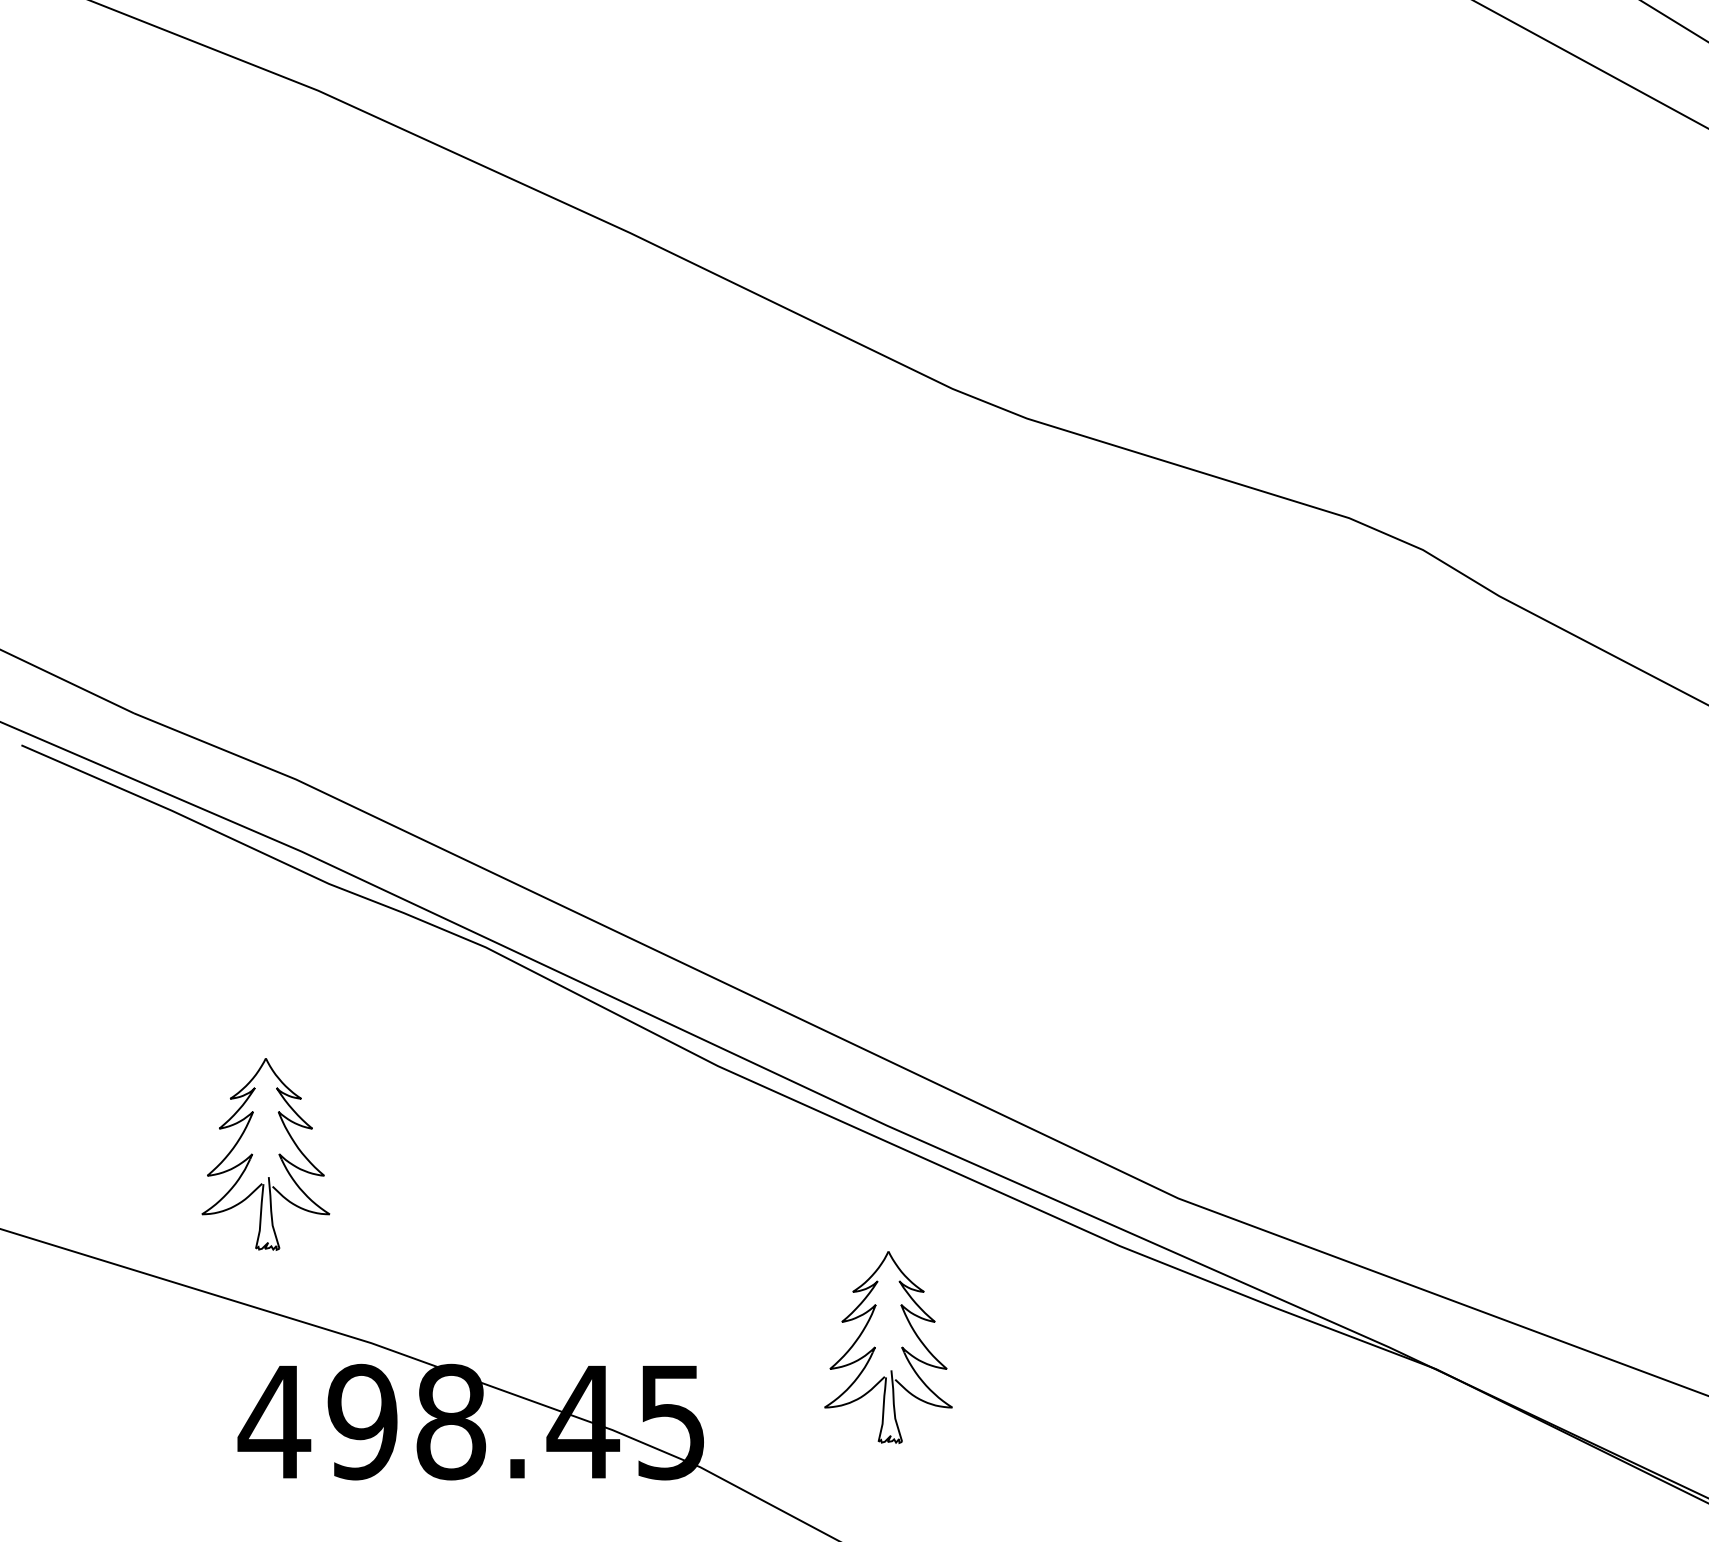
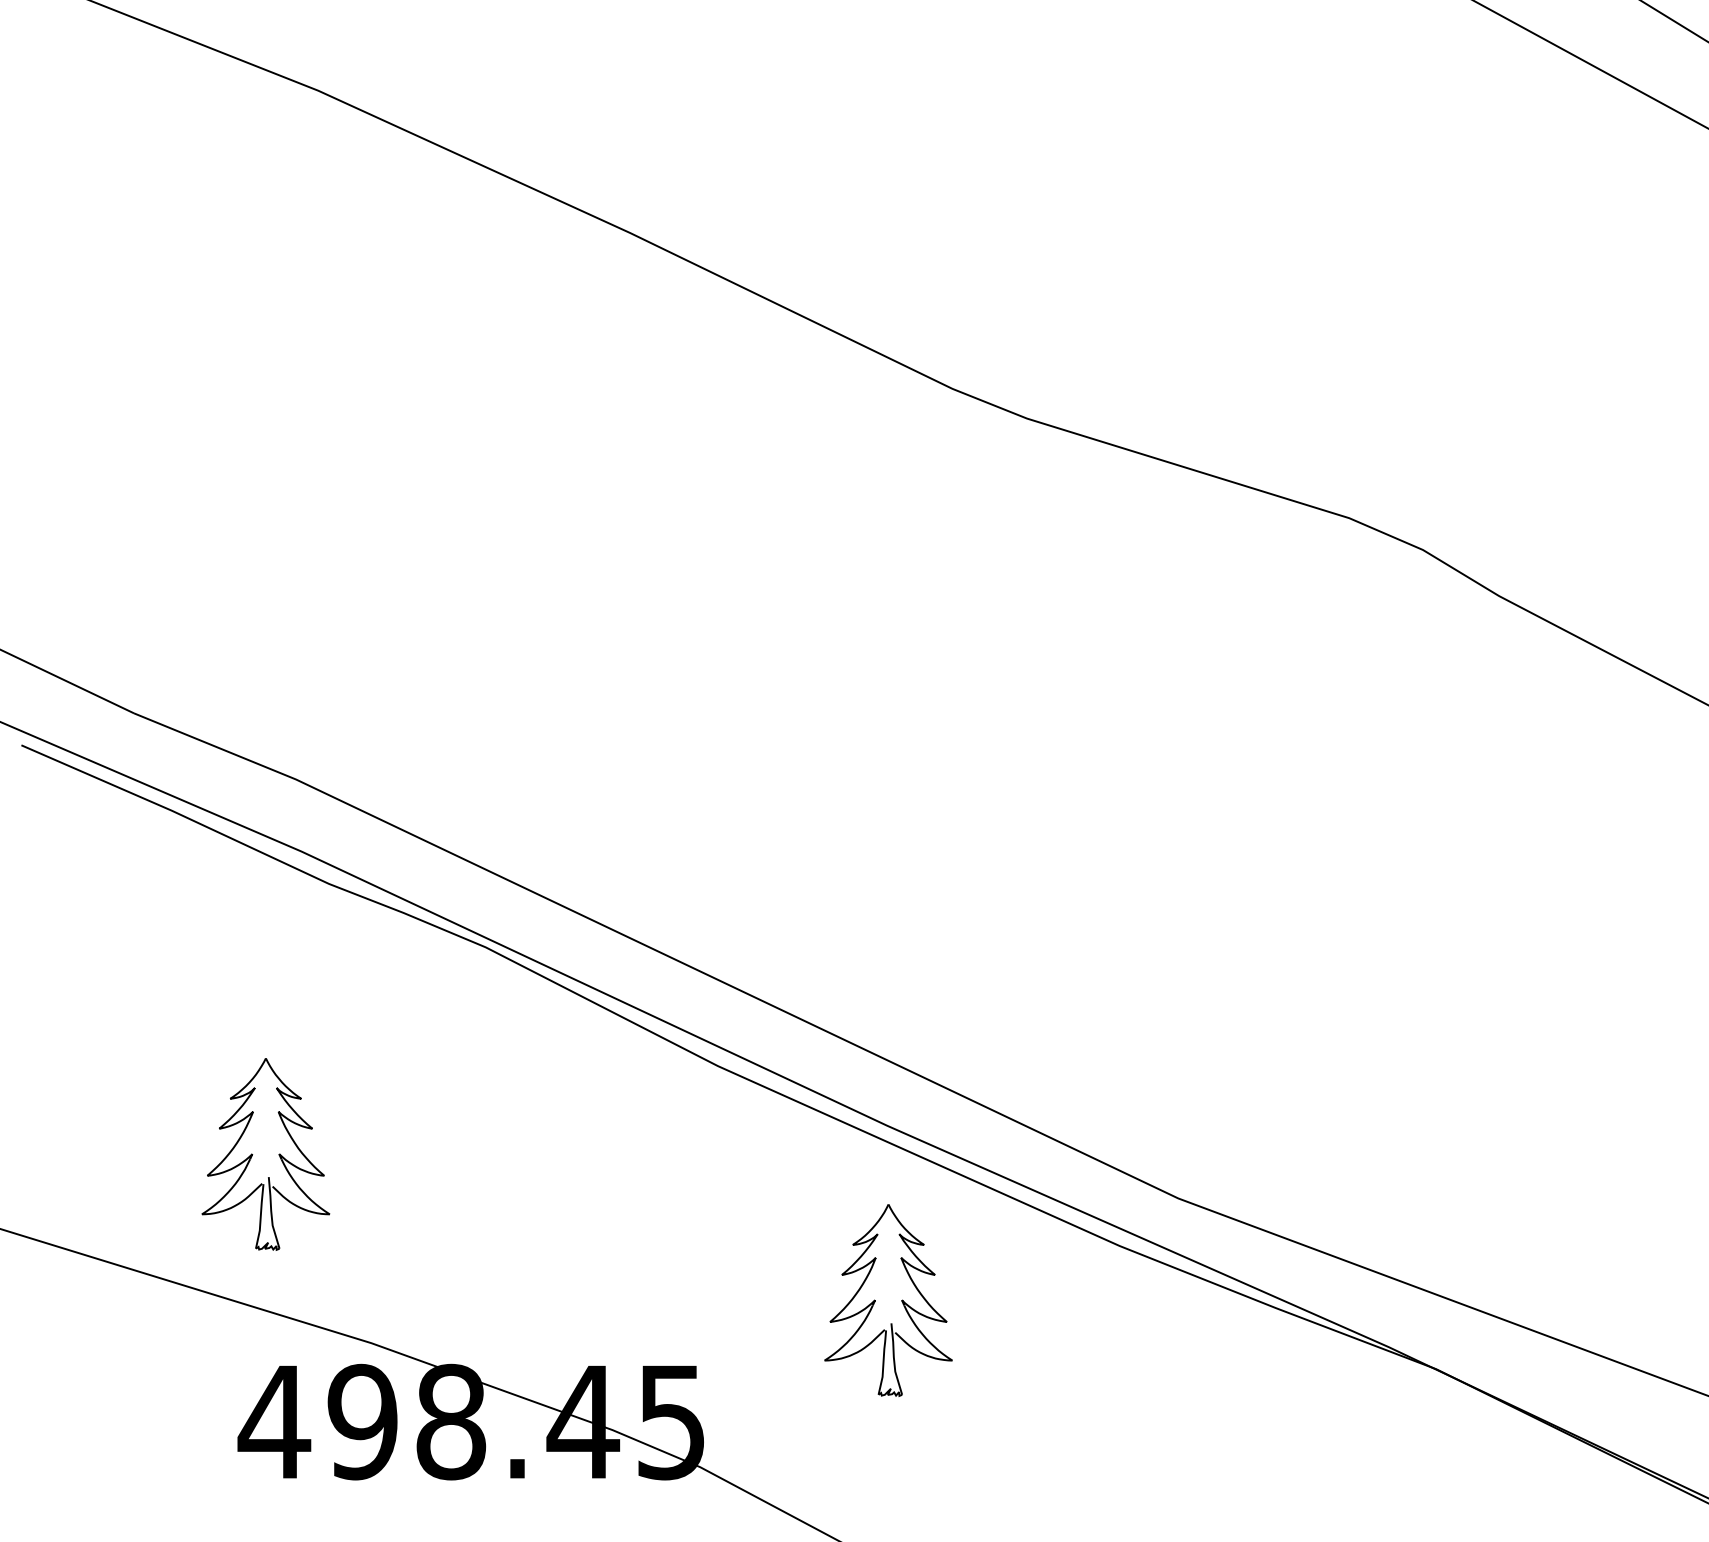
part at (888, 1347) position: (888, 1347) -> (888, 1300)
